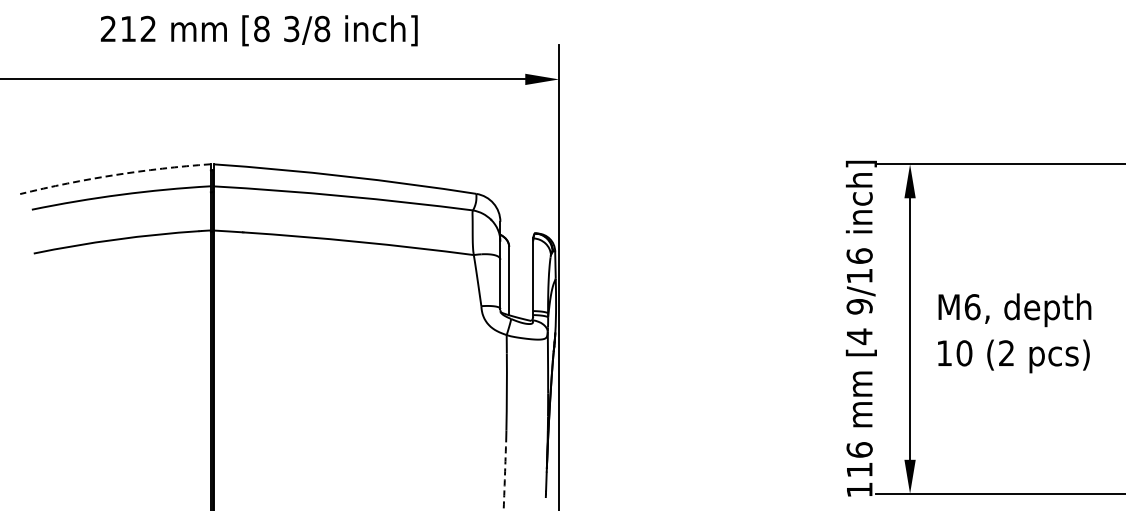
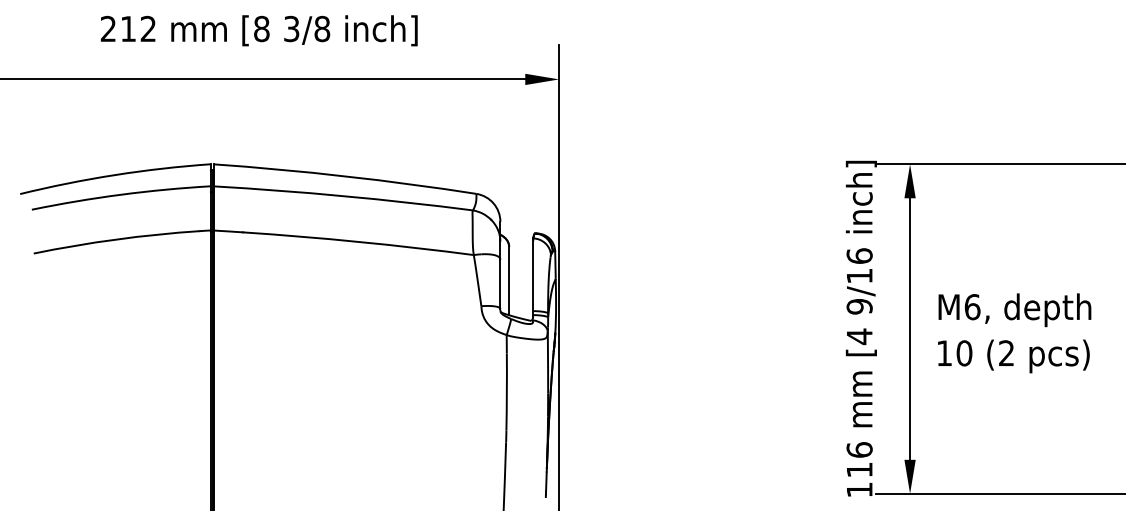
arc at (114, 175): dashed -> solid
arc at (504, 476): dashed -> solid
